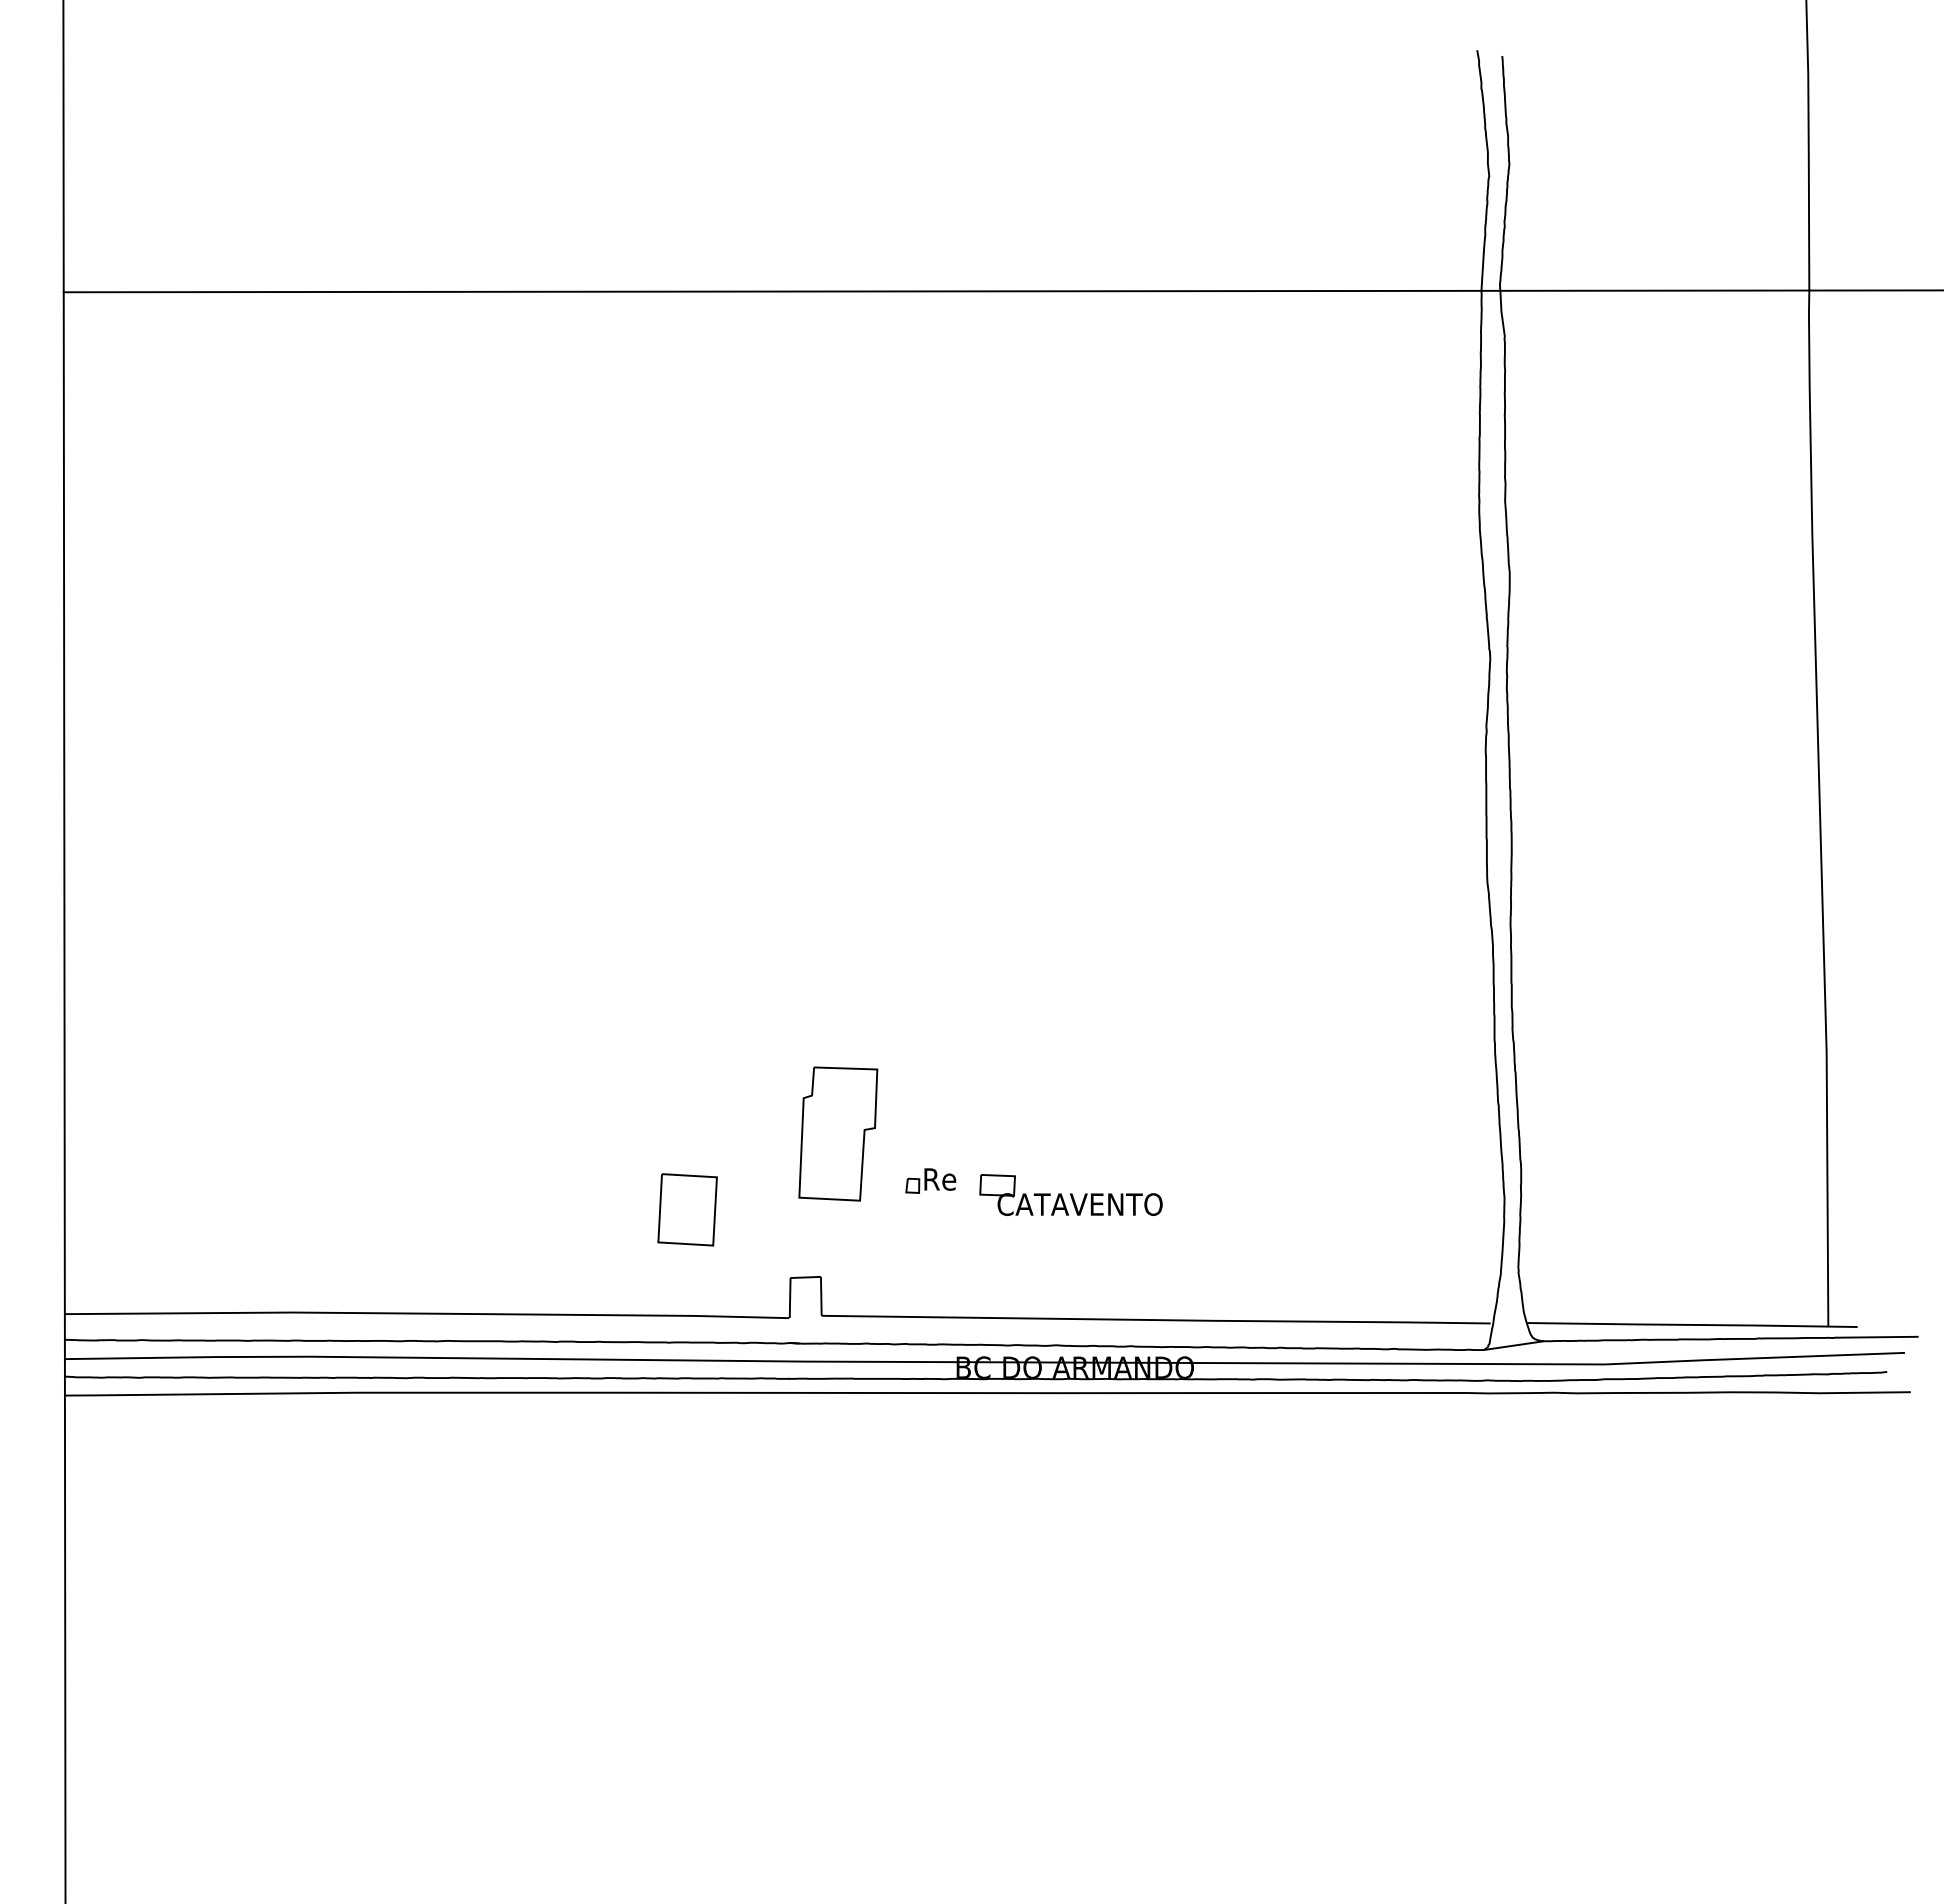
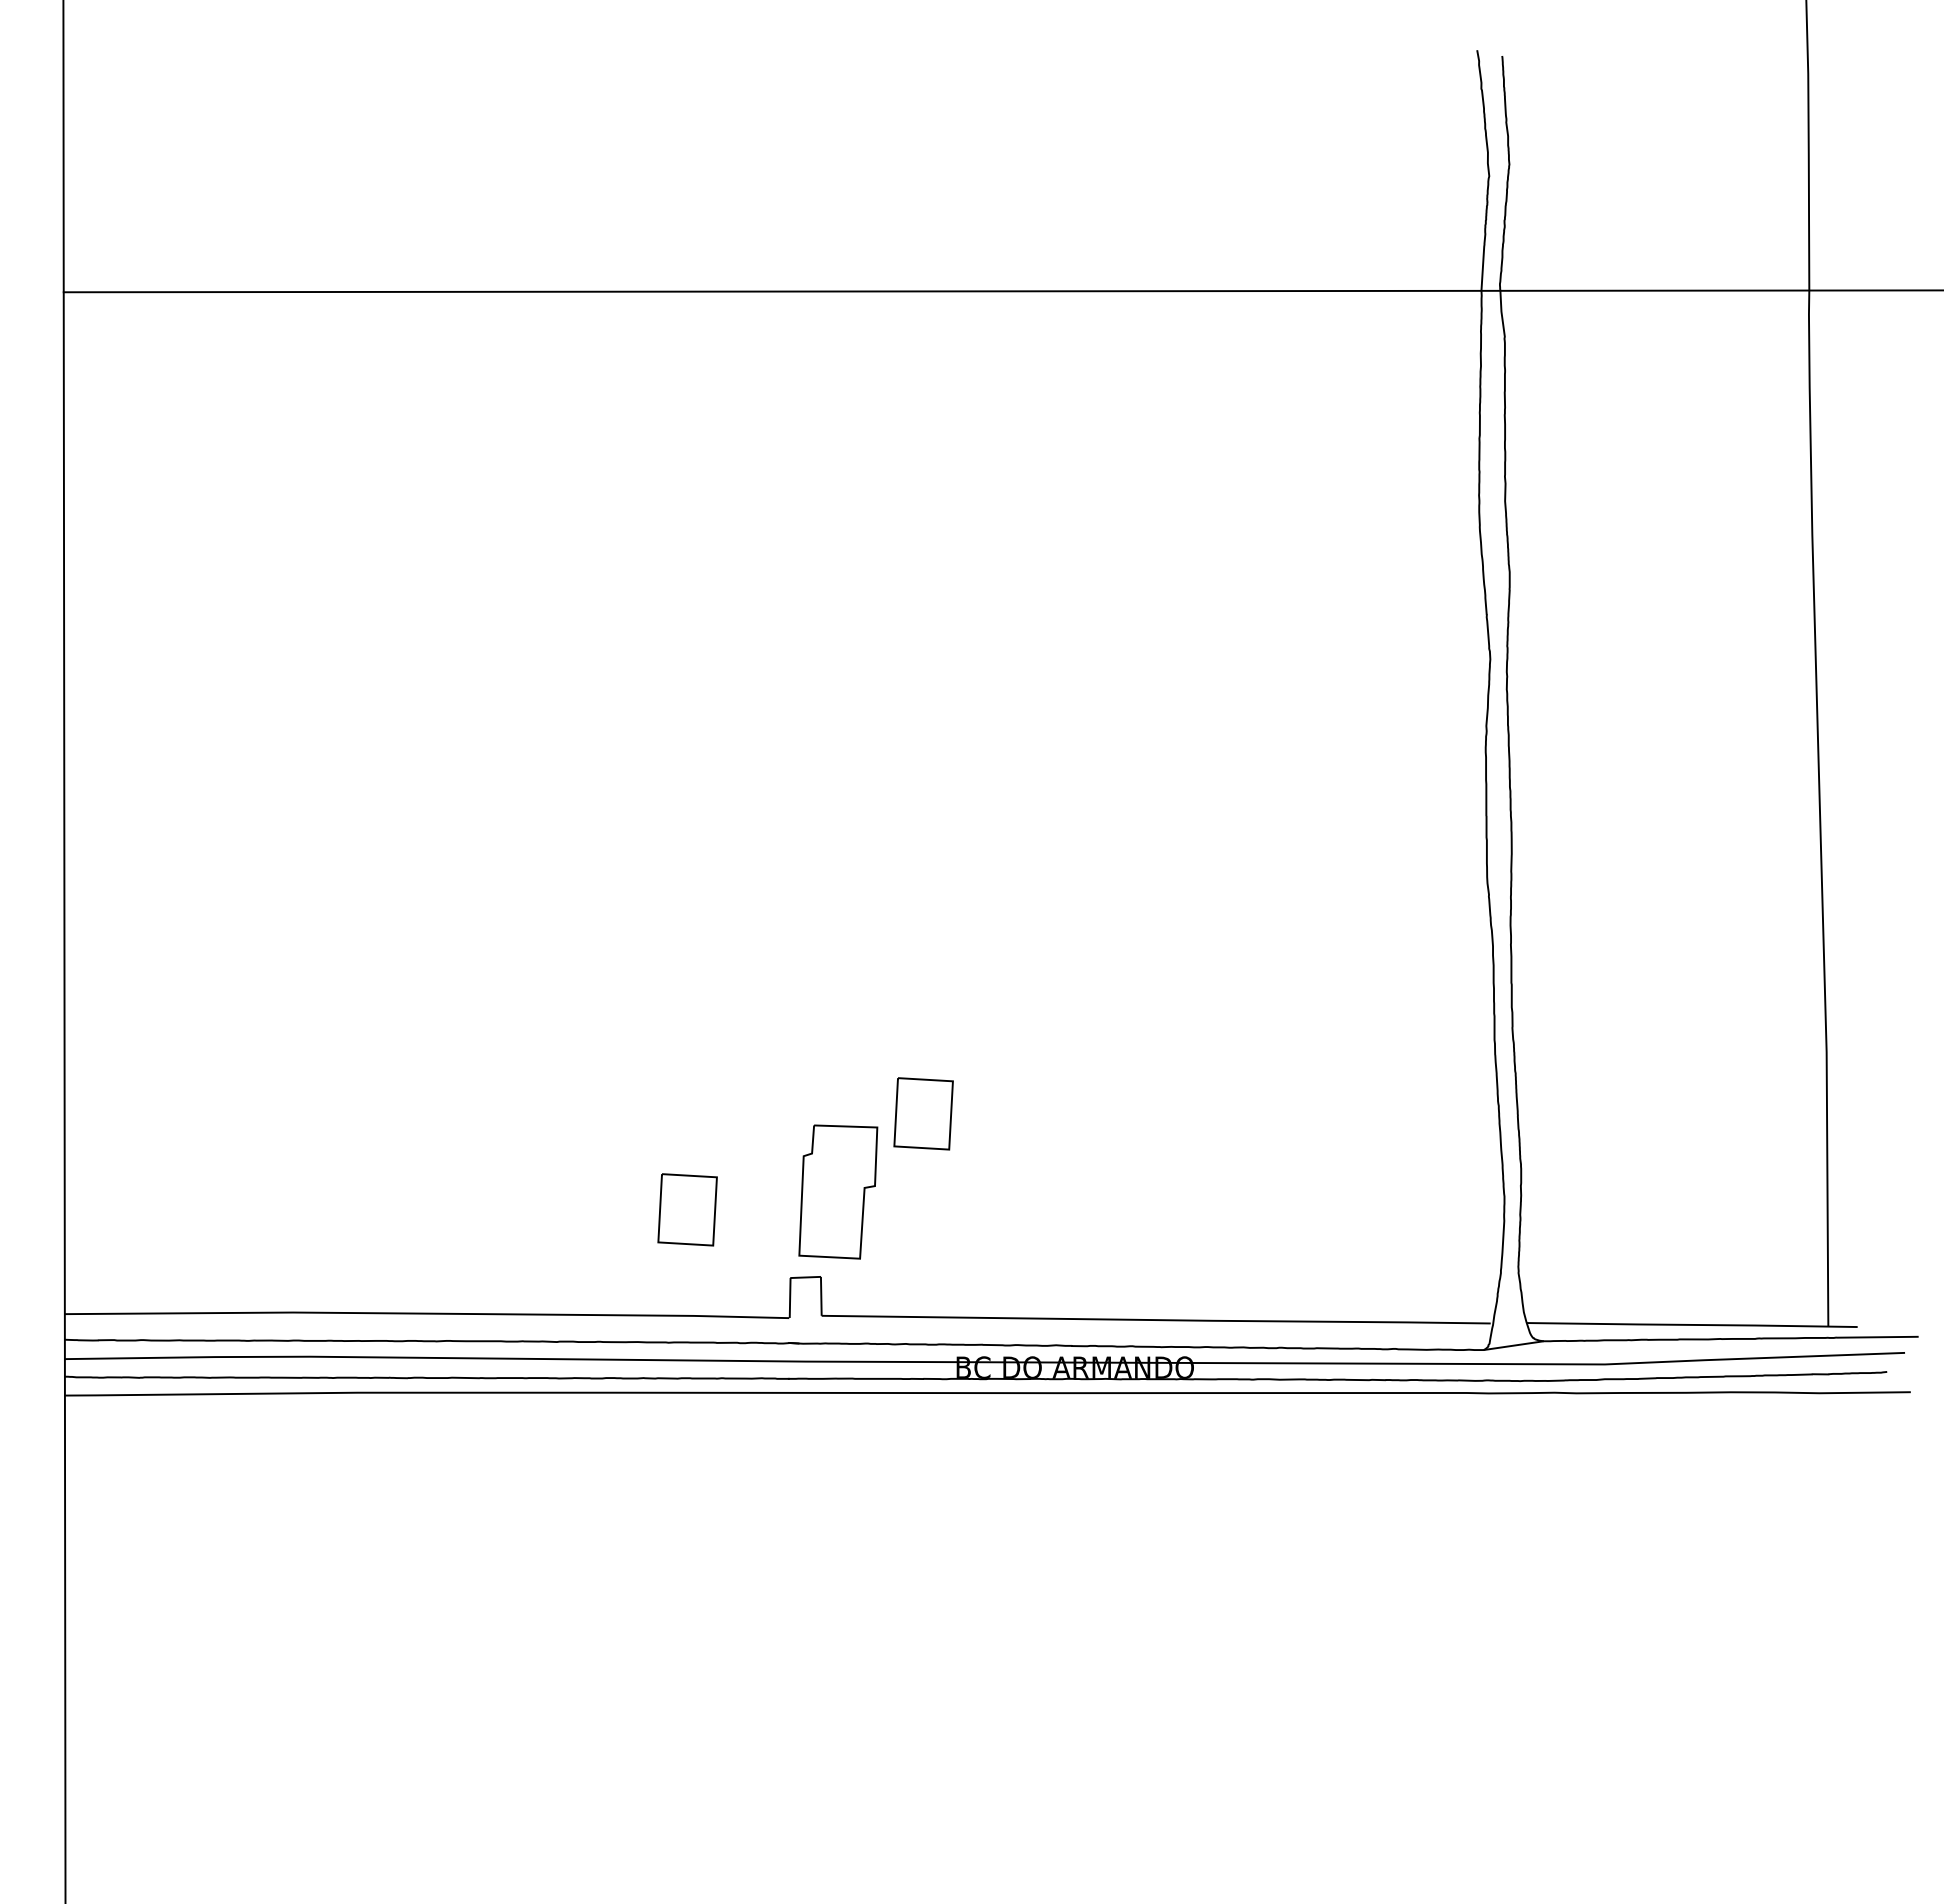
part at (923, 1113): none -> present
part at (838, 1133) position: (838, 1133) -> (838, 1191)
part at (930, 1180): present -> none
part at (1070, 1194): present -> none
